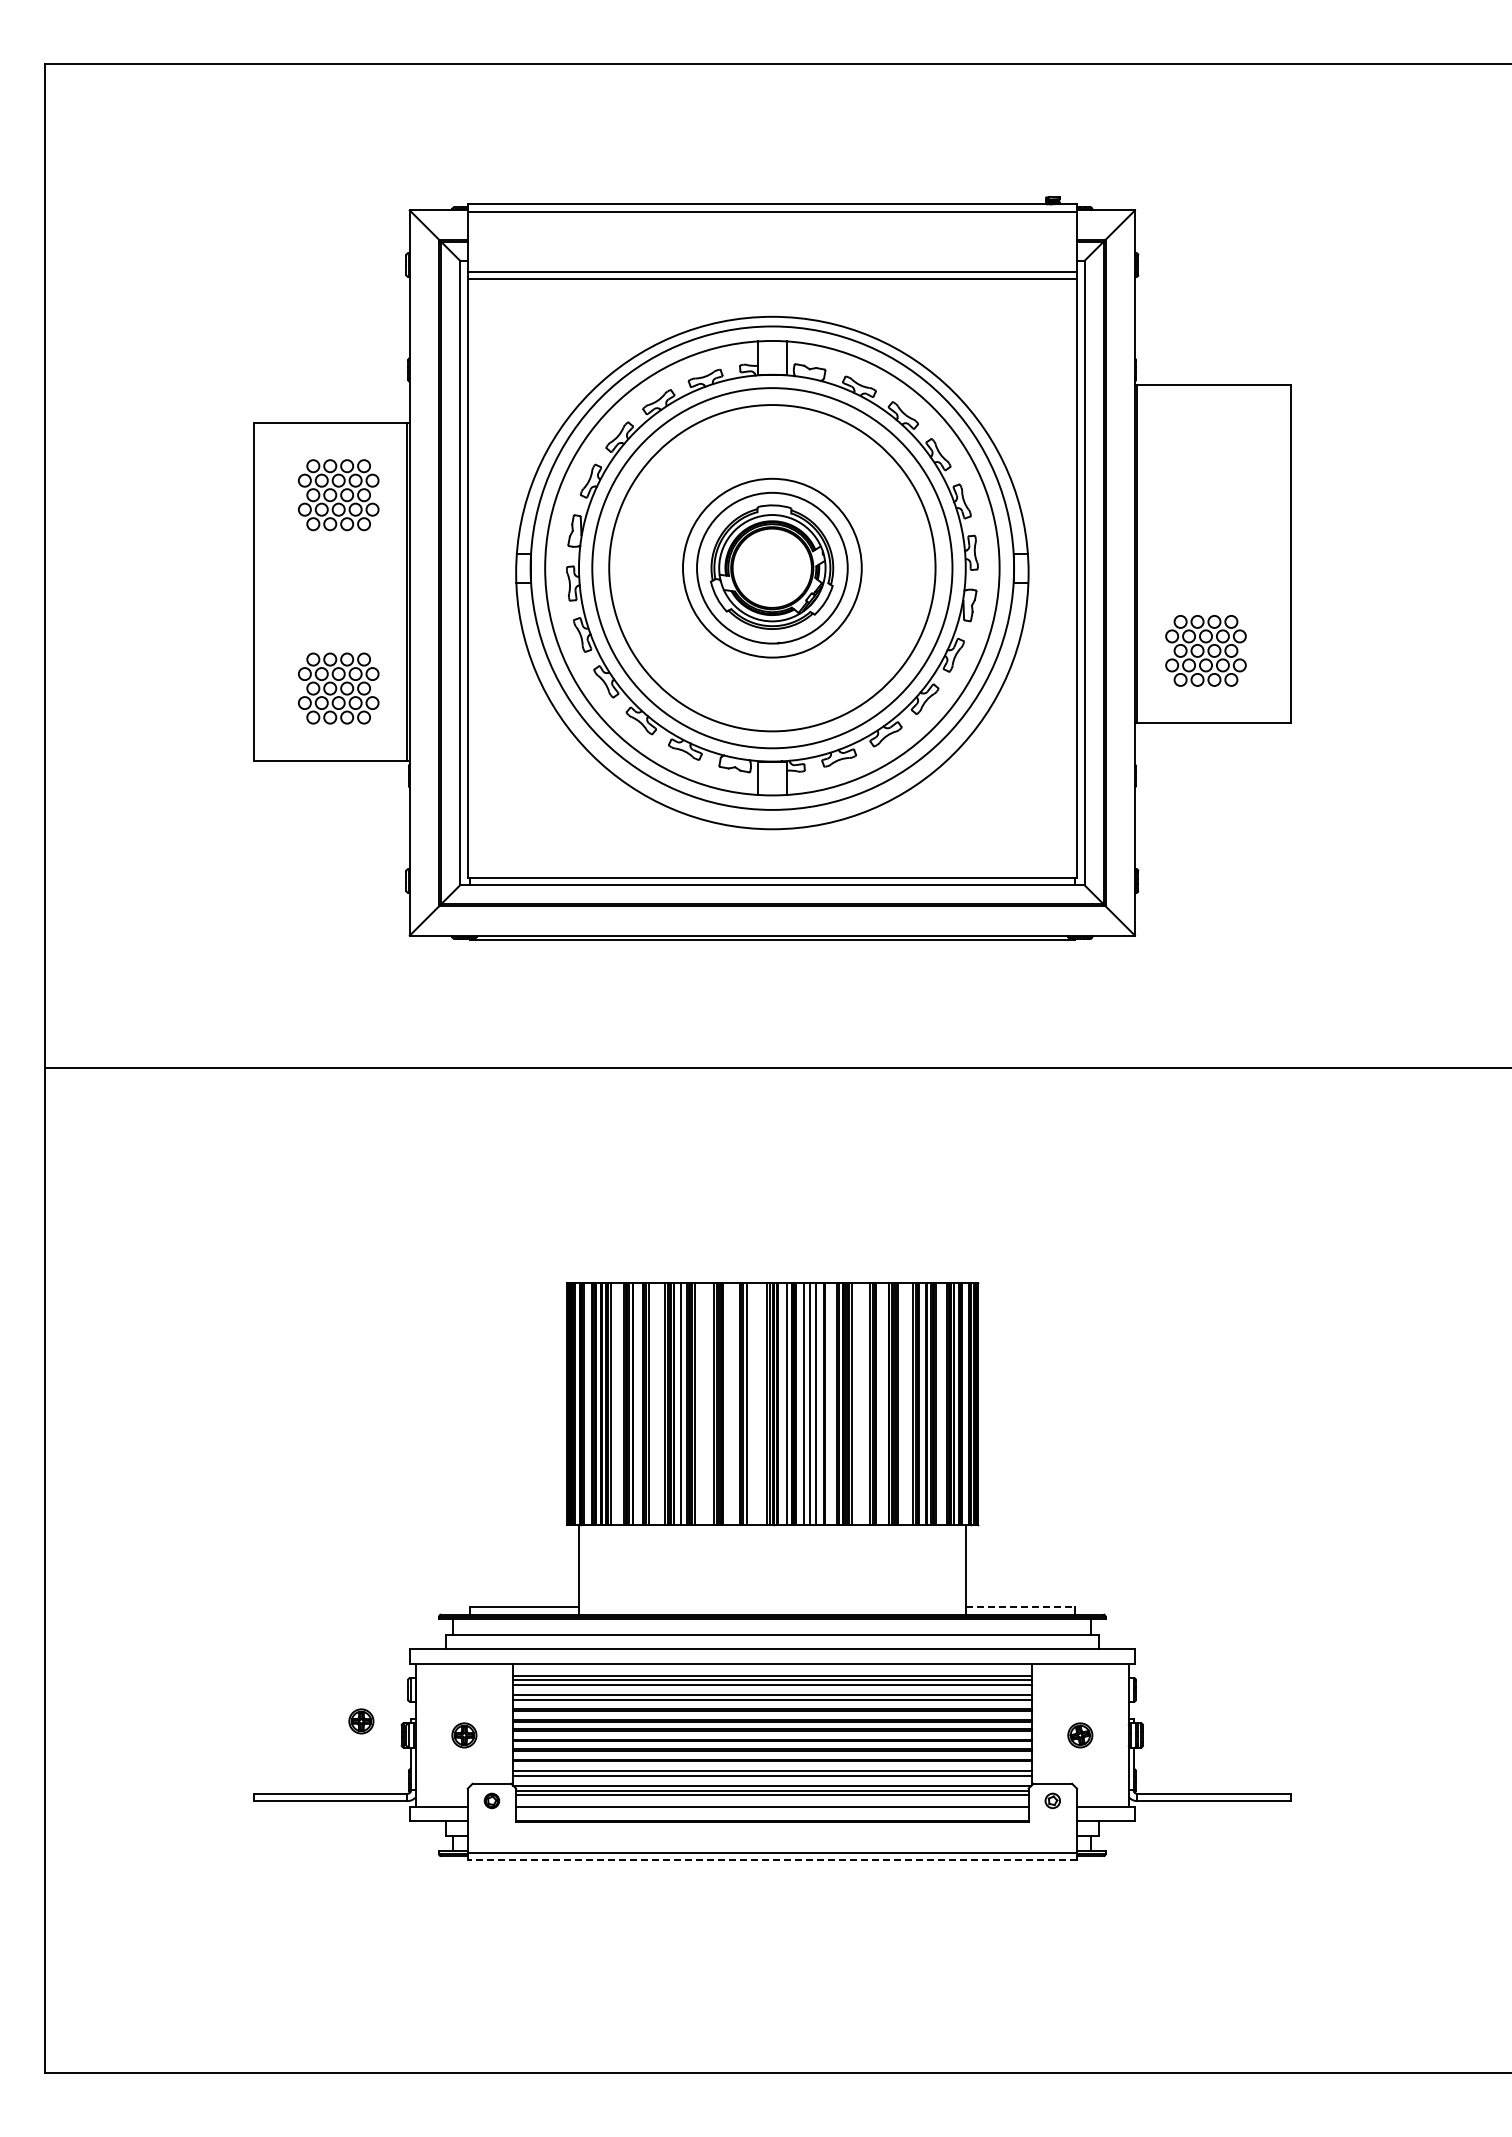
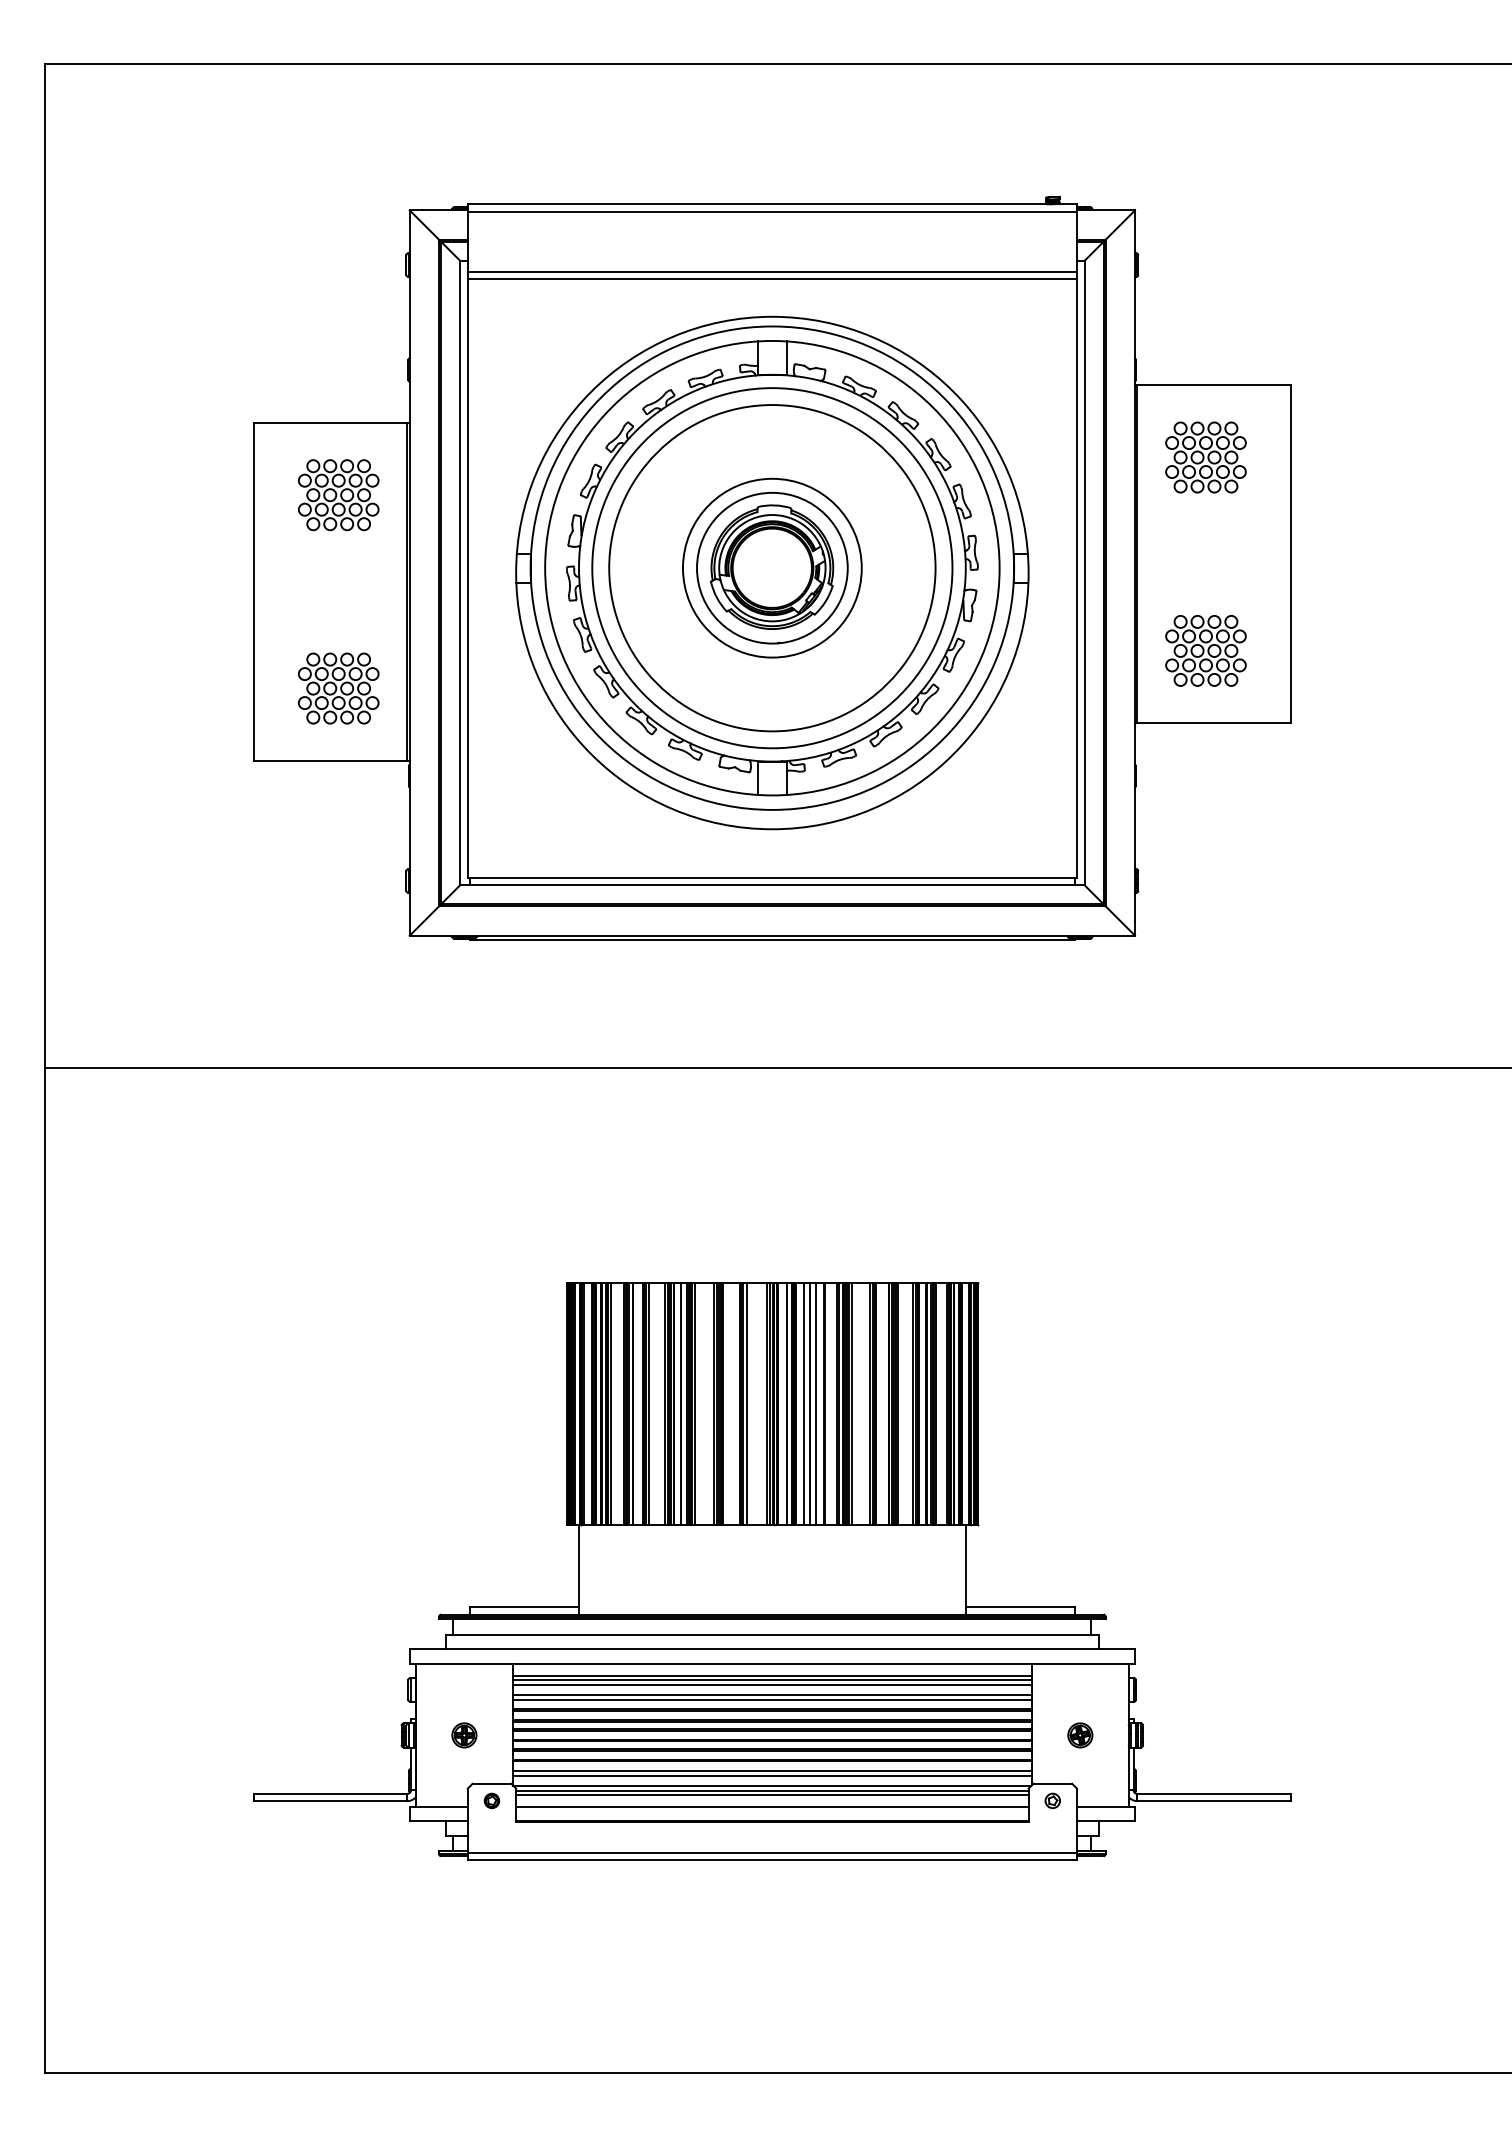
part at (1205, 457): none -> present
line at (1020, 1607): dashed -> solid
part at (361, 1721): present -> none
line at (772, 1859): dashed -> solid
